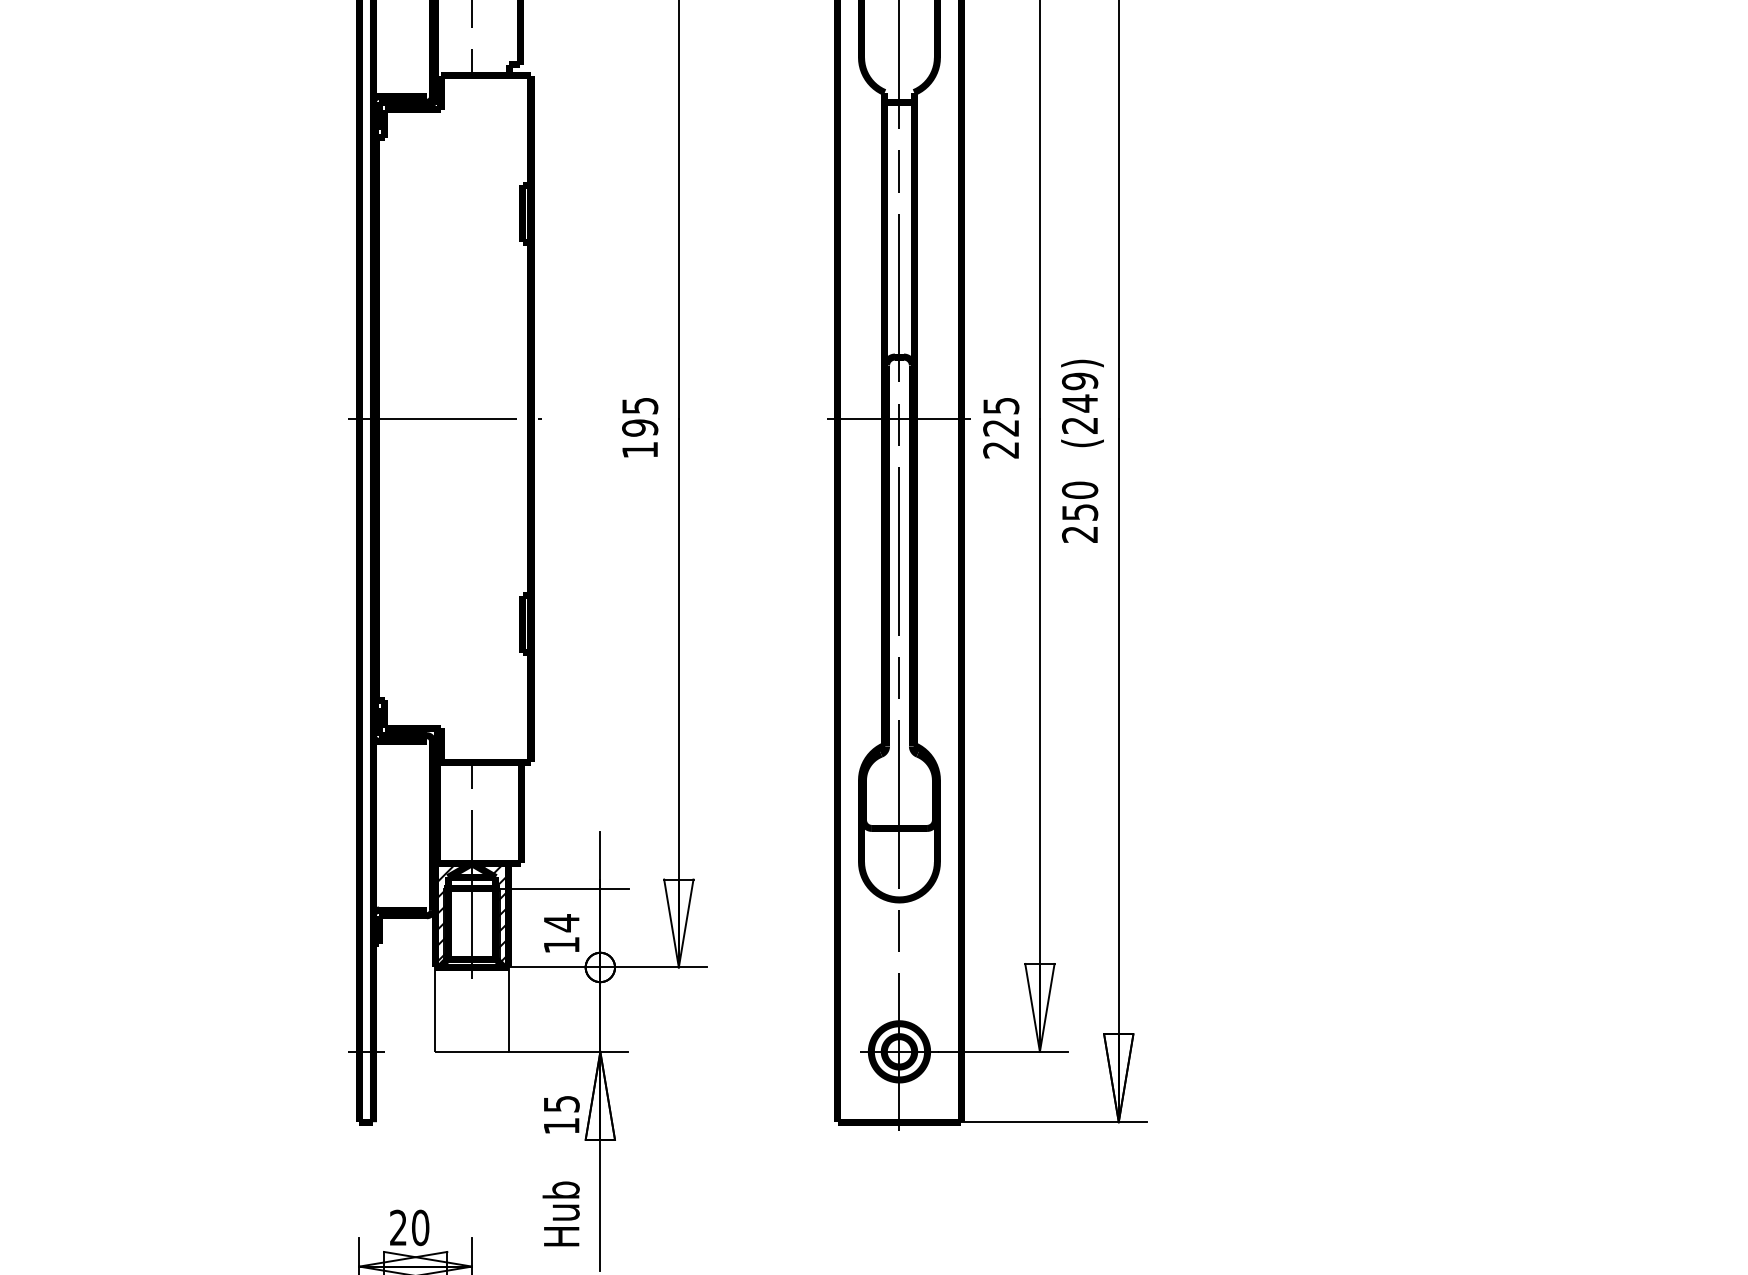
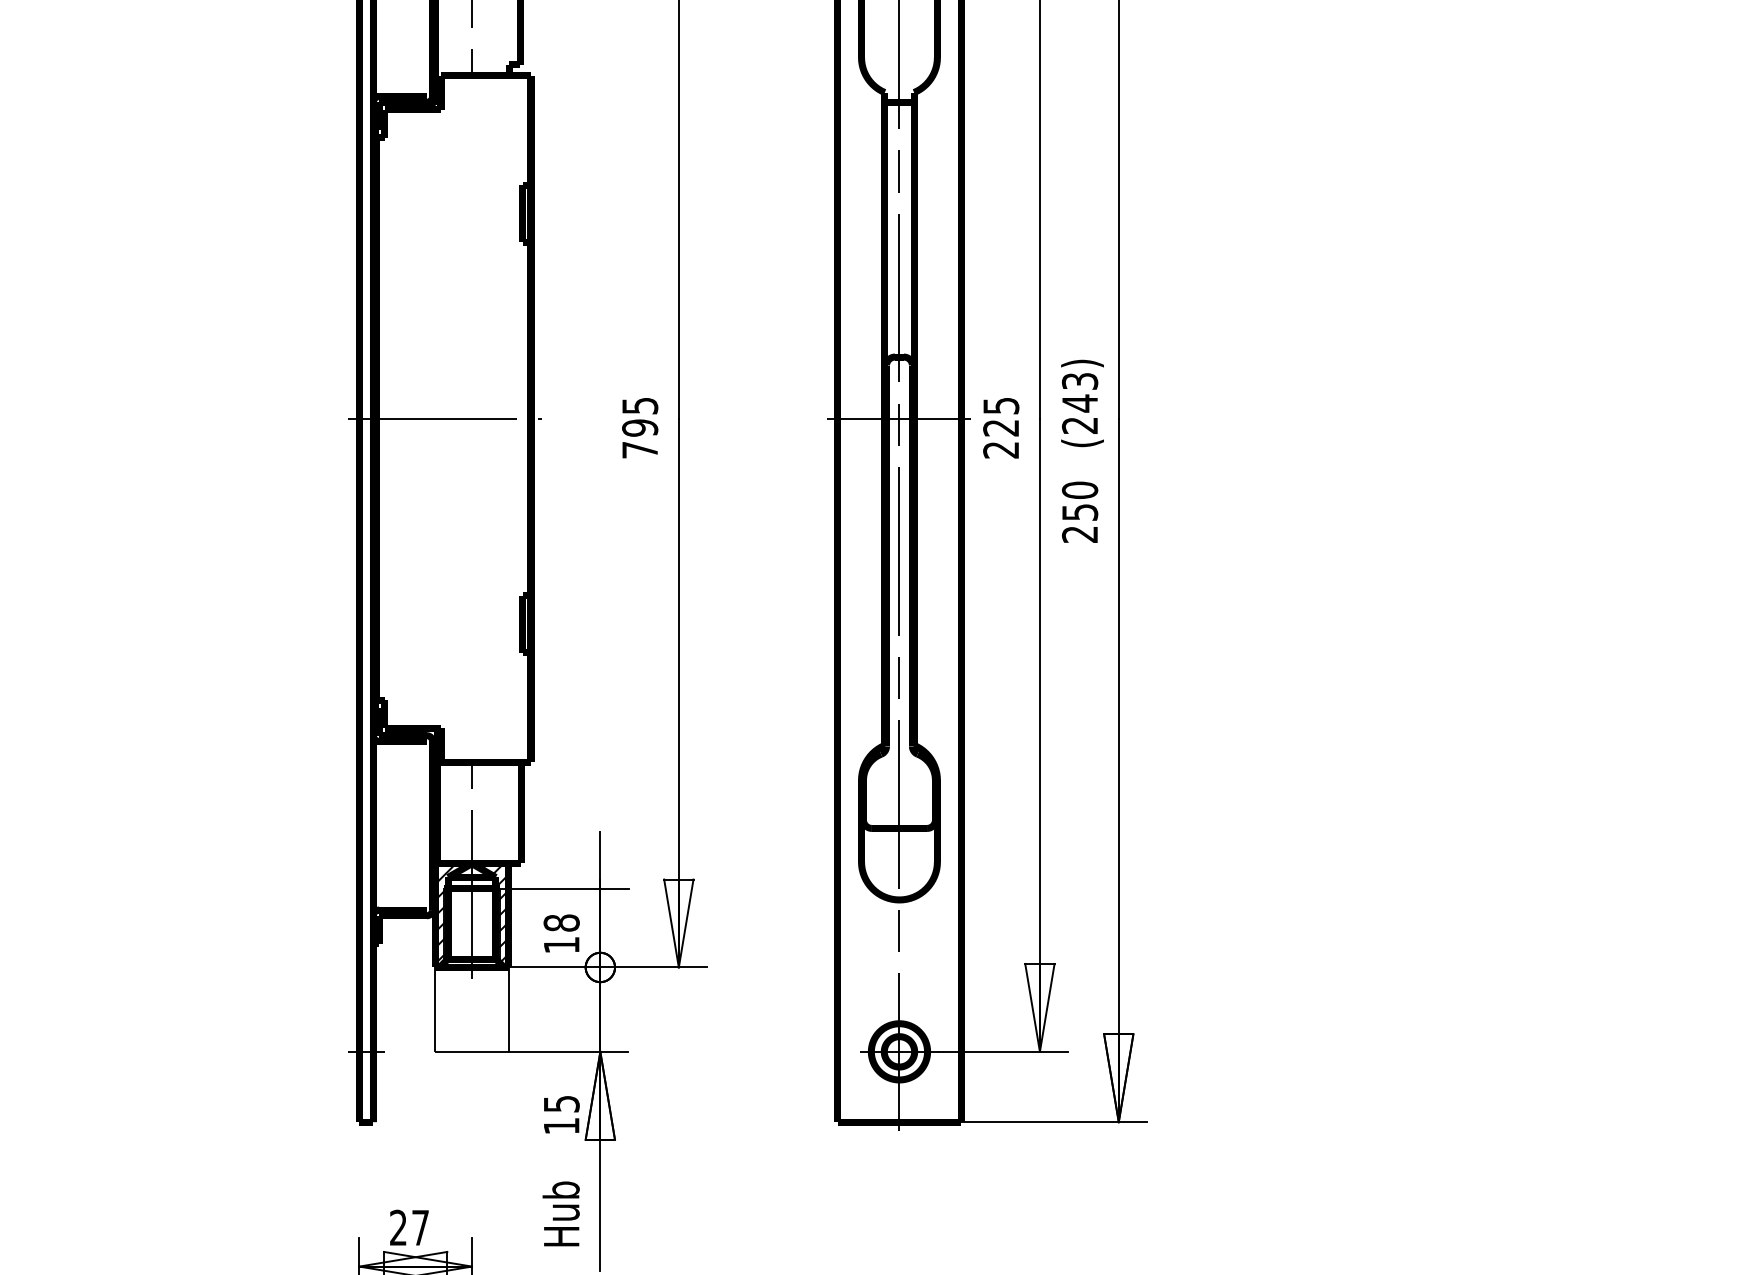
text at (1080, 381): (249) -> (243)
text at (639, 450): 195 -> 795
text at (561, 923): 14 -> 18
text at (420, 1227): 20 -> 27
